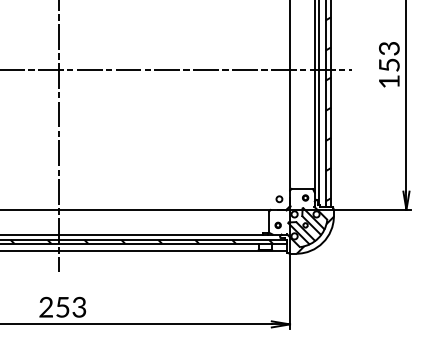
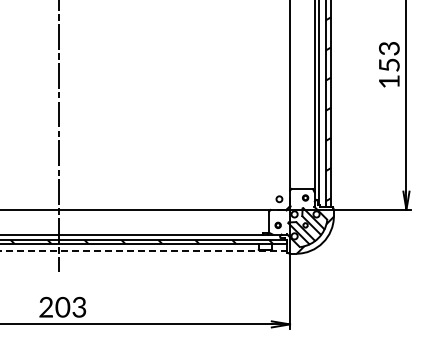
line at (176, 70): present -> none
line at (144, 251): solid -> dashed
text at (62, 306): 253 -> 203
